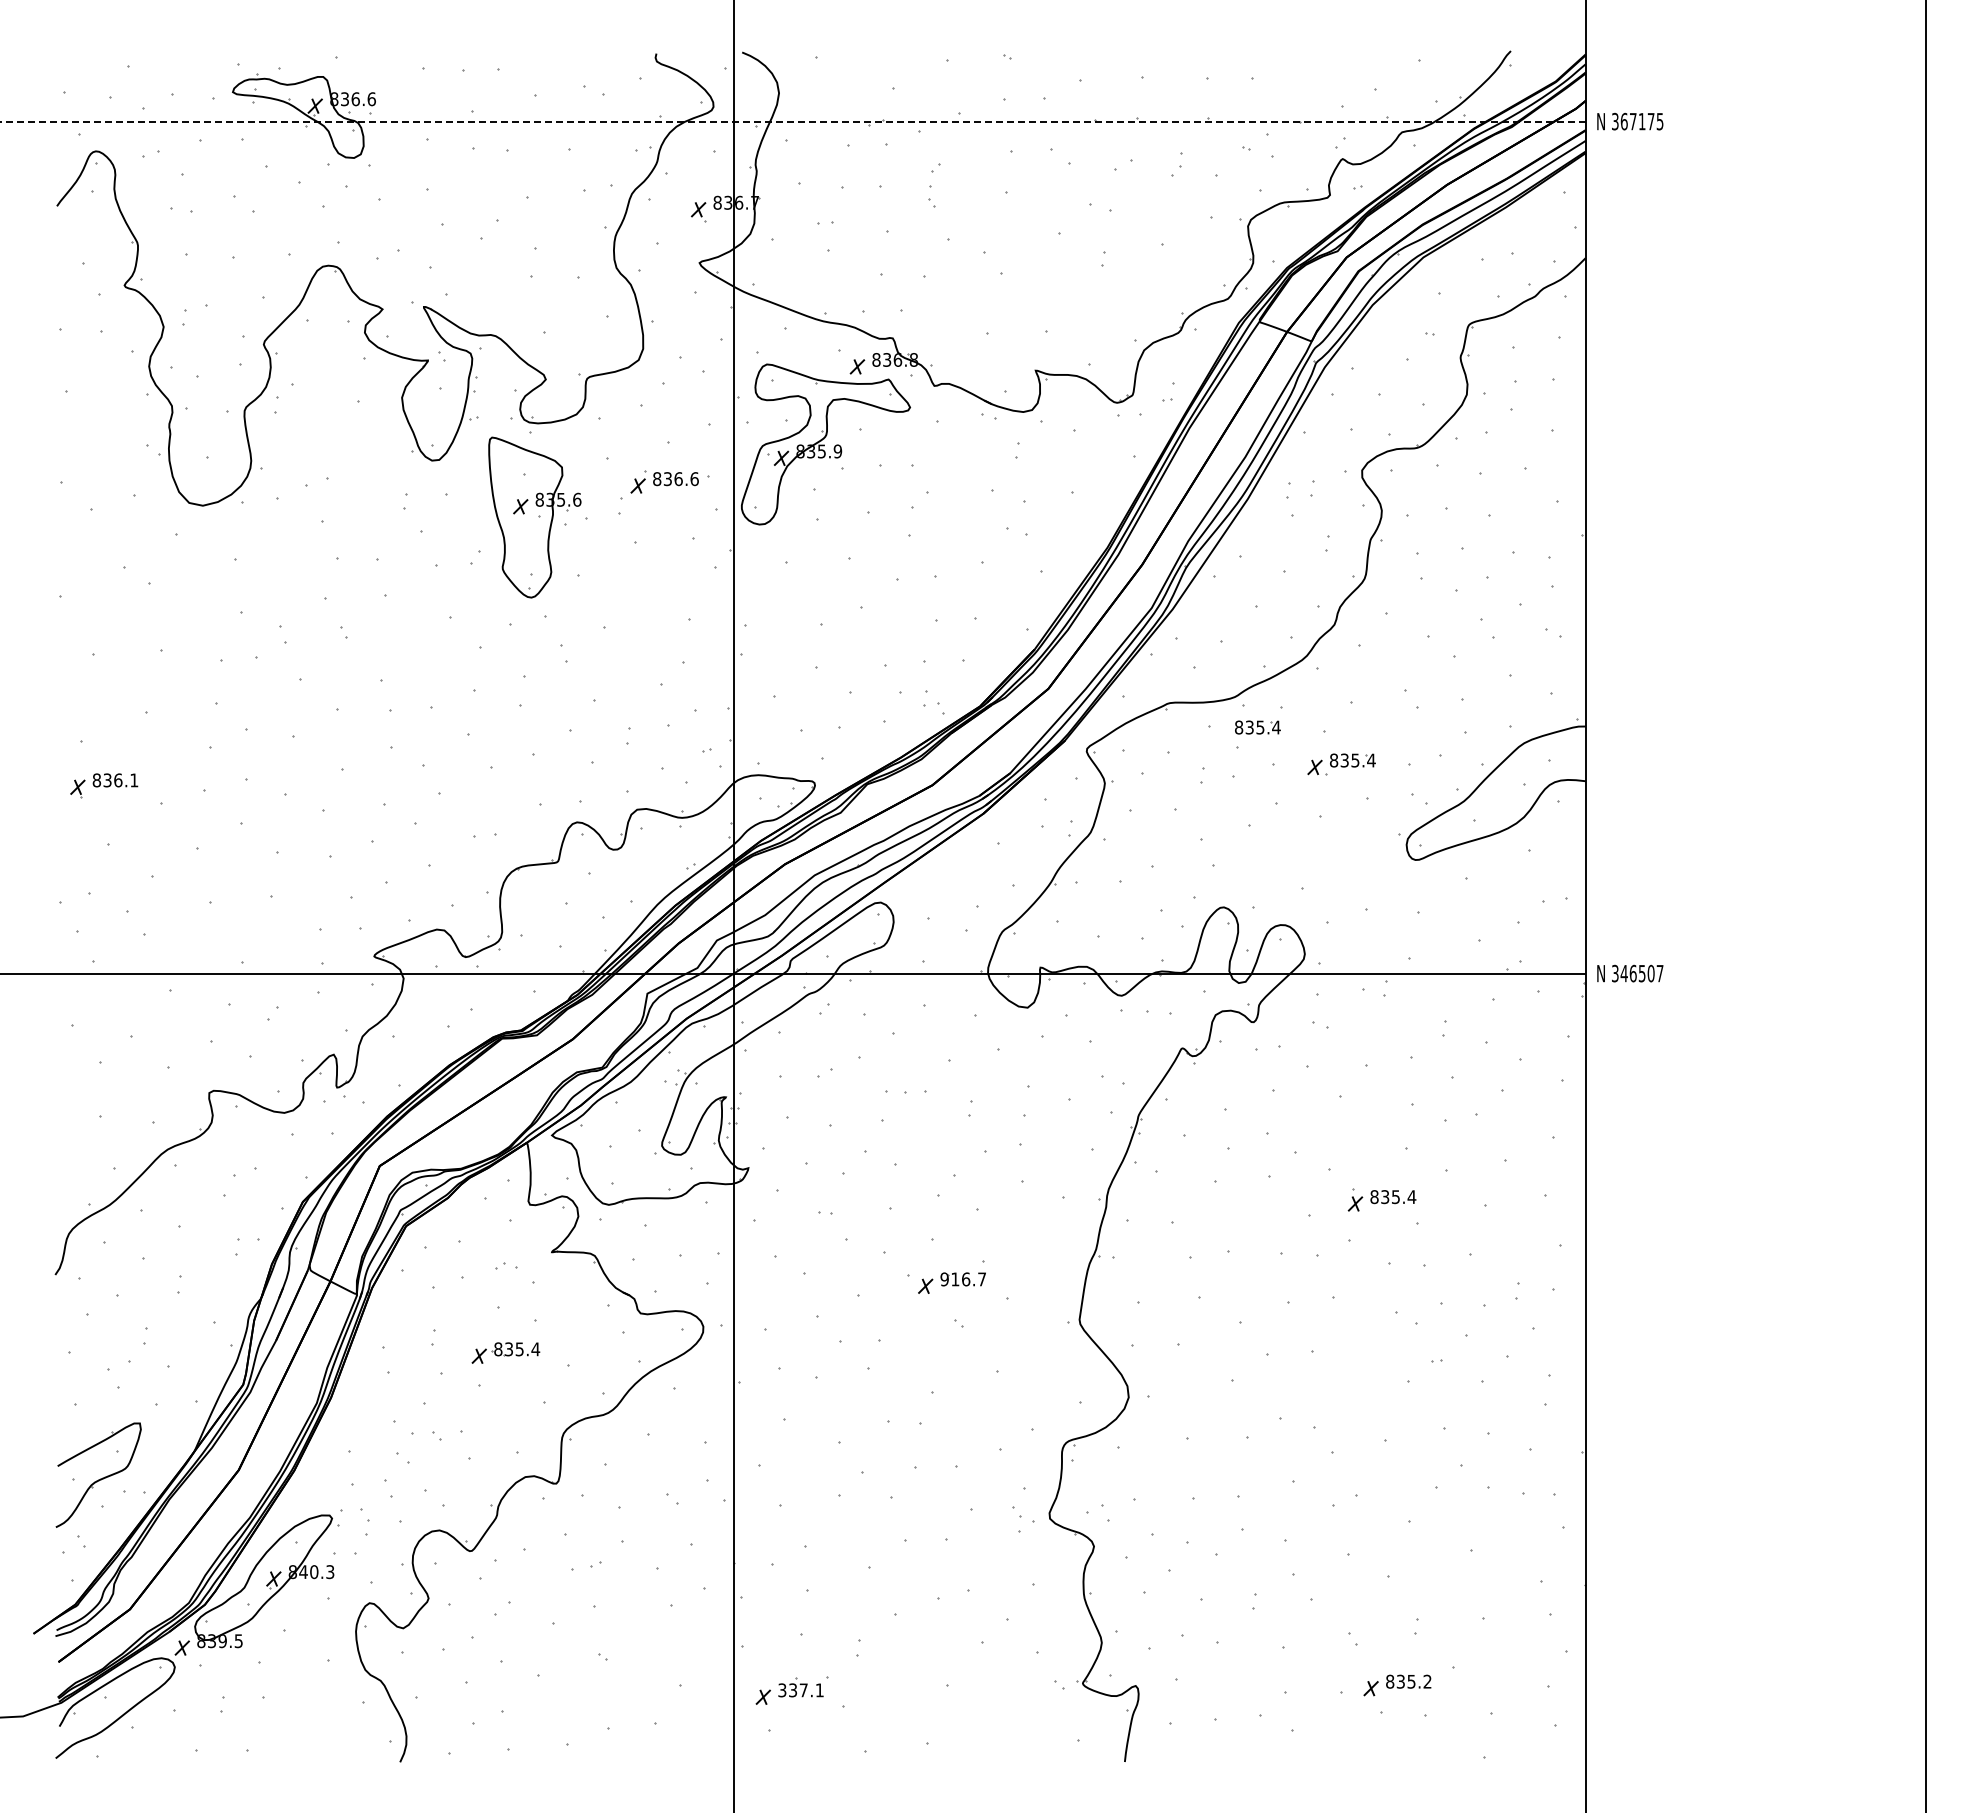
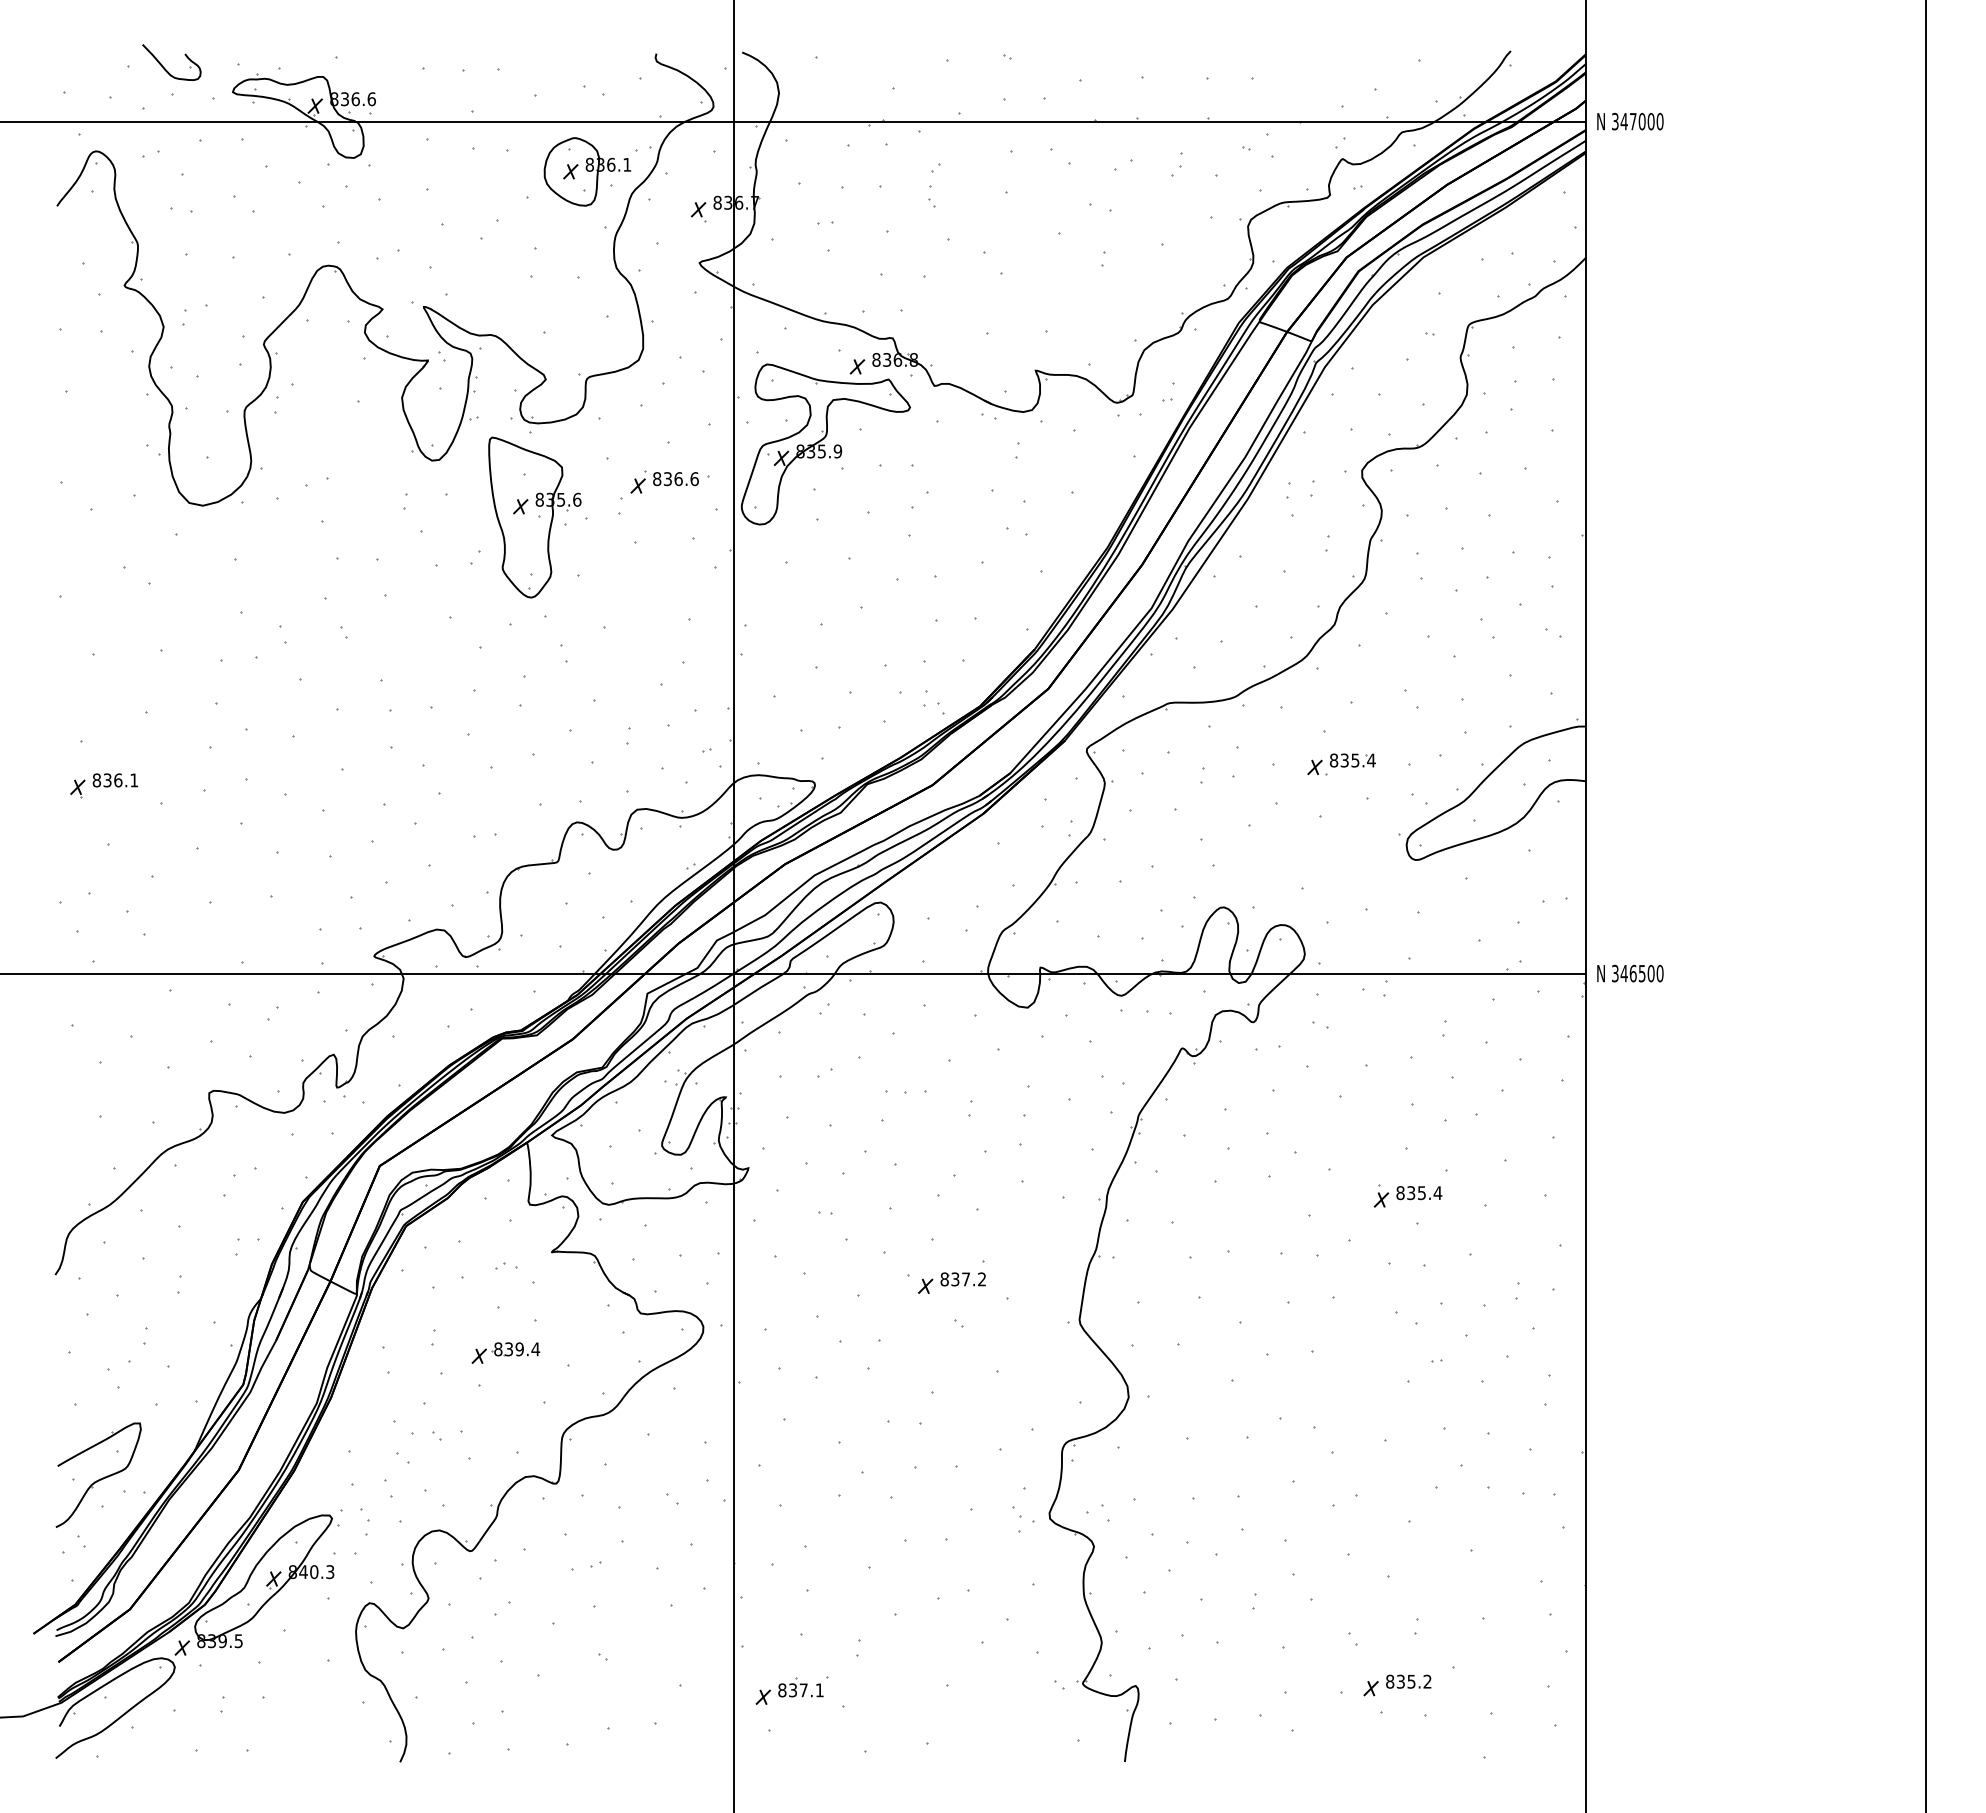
part at (165, 68): none -> present
line at (792, 121): dashed -> solid
text at (1641, 121): 367175 -> 347000
part at (587, 171): none -> present
part at (1257, 727): present -> none
text at (1659, 973): 346507 -> 346500
part at (1381, 1199) position: (1381, 1199) -> (1407, 1195)
text at (962, 1279): 916.7 -> 837.2
text at (519, 1349): 835.4 -> 839.4
text at (782, 1690): 337.1 -> 837.1
